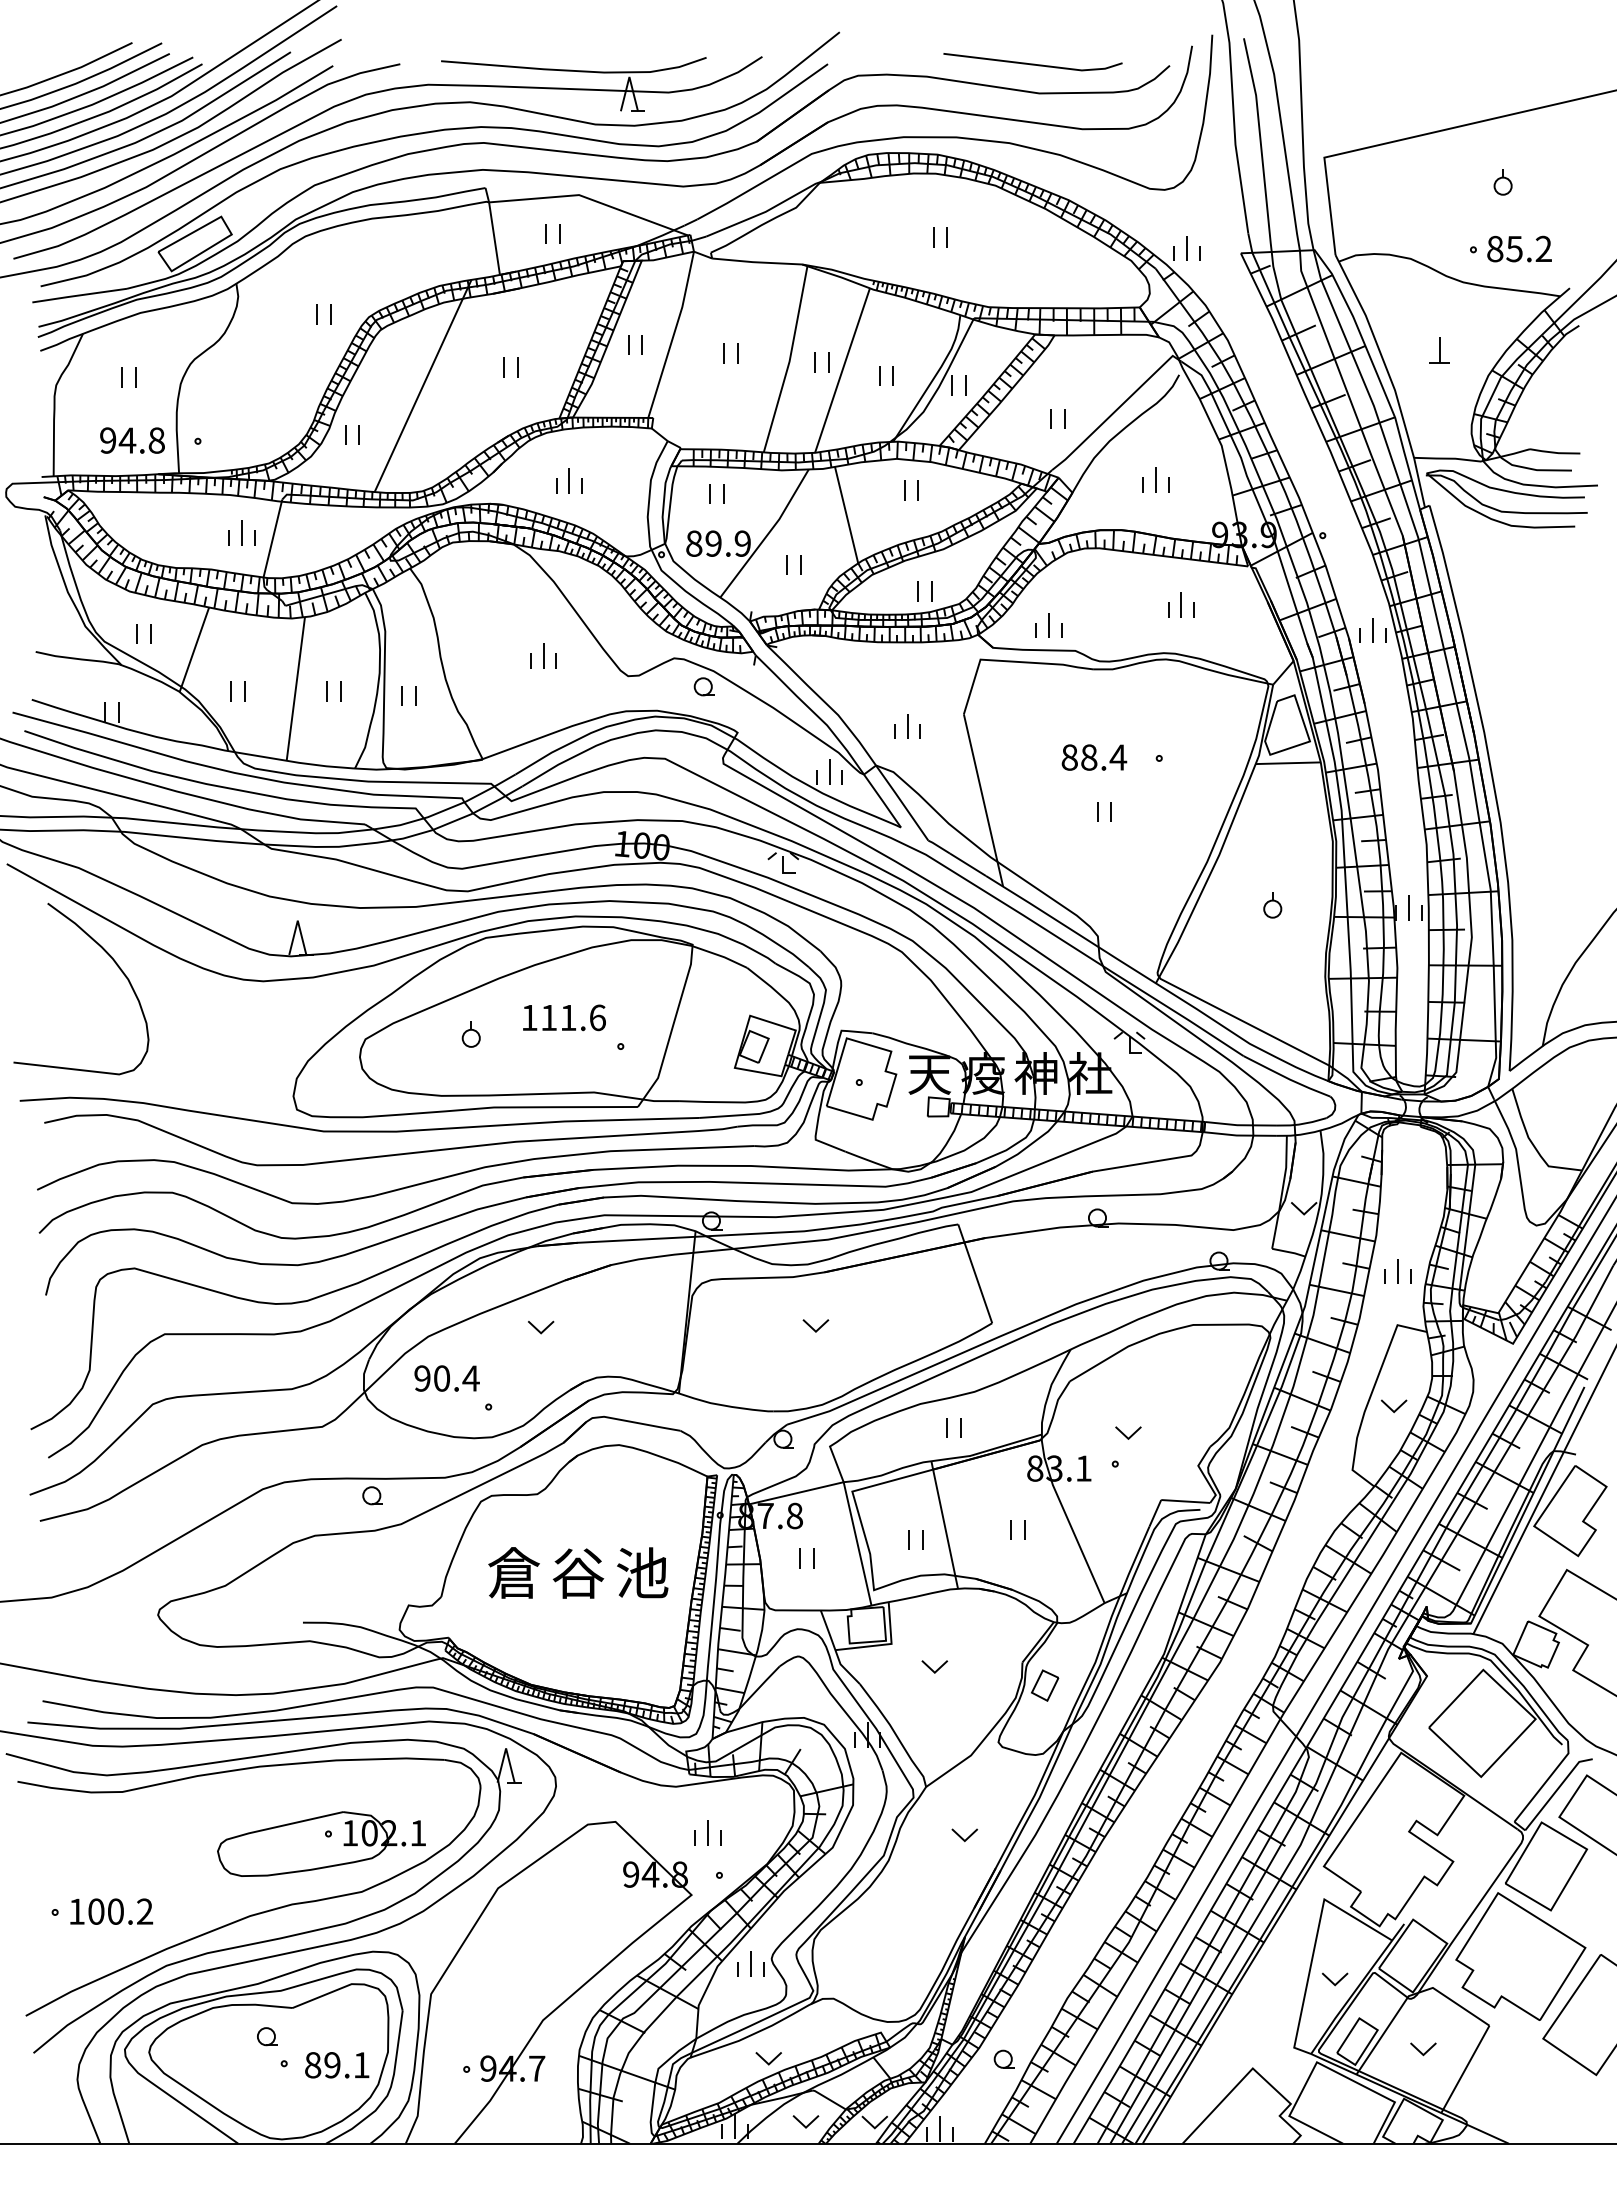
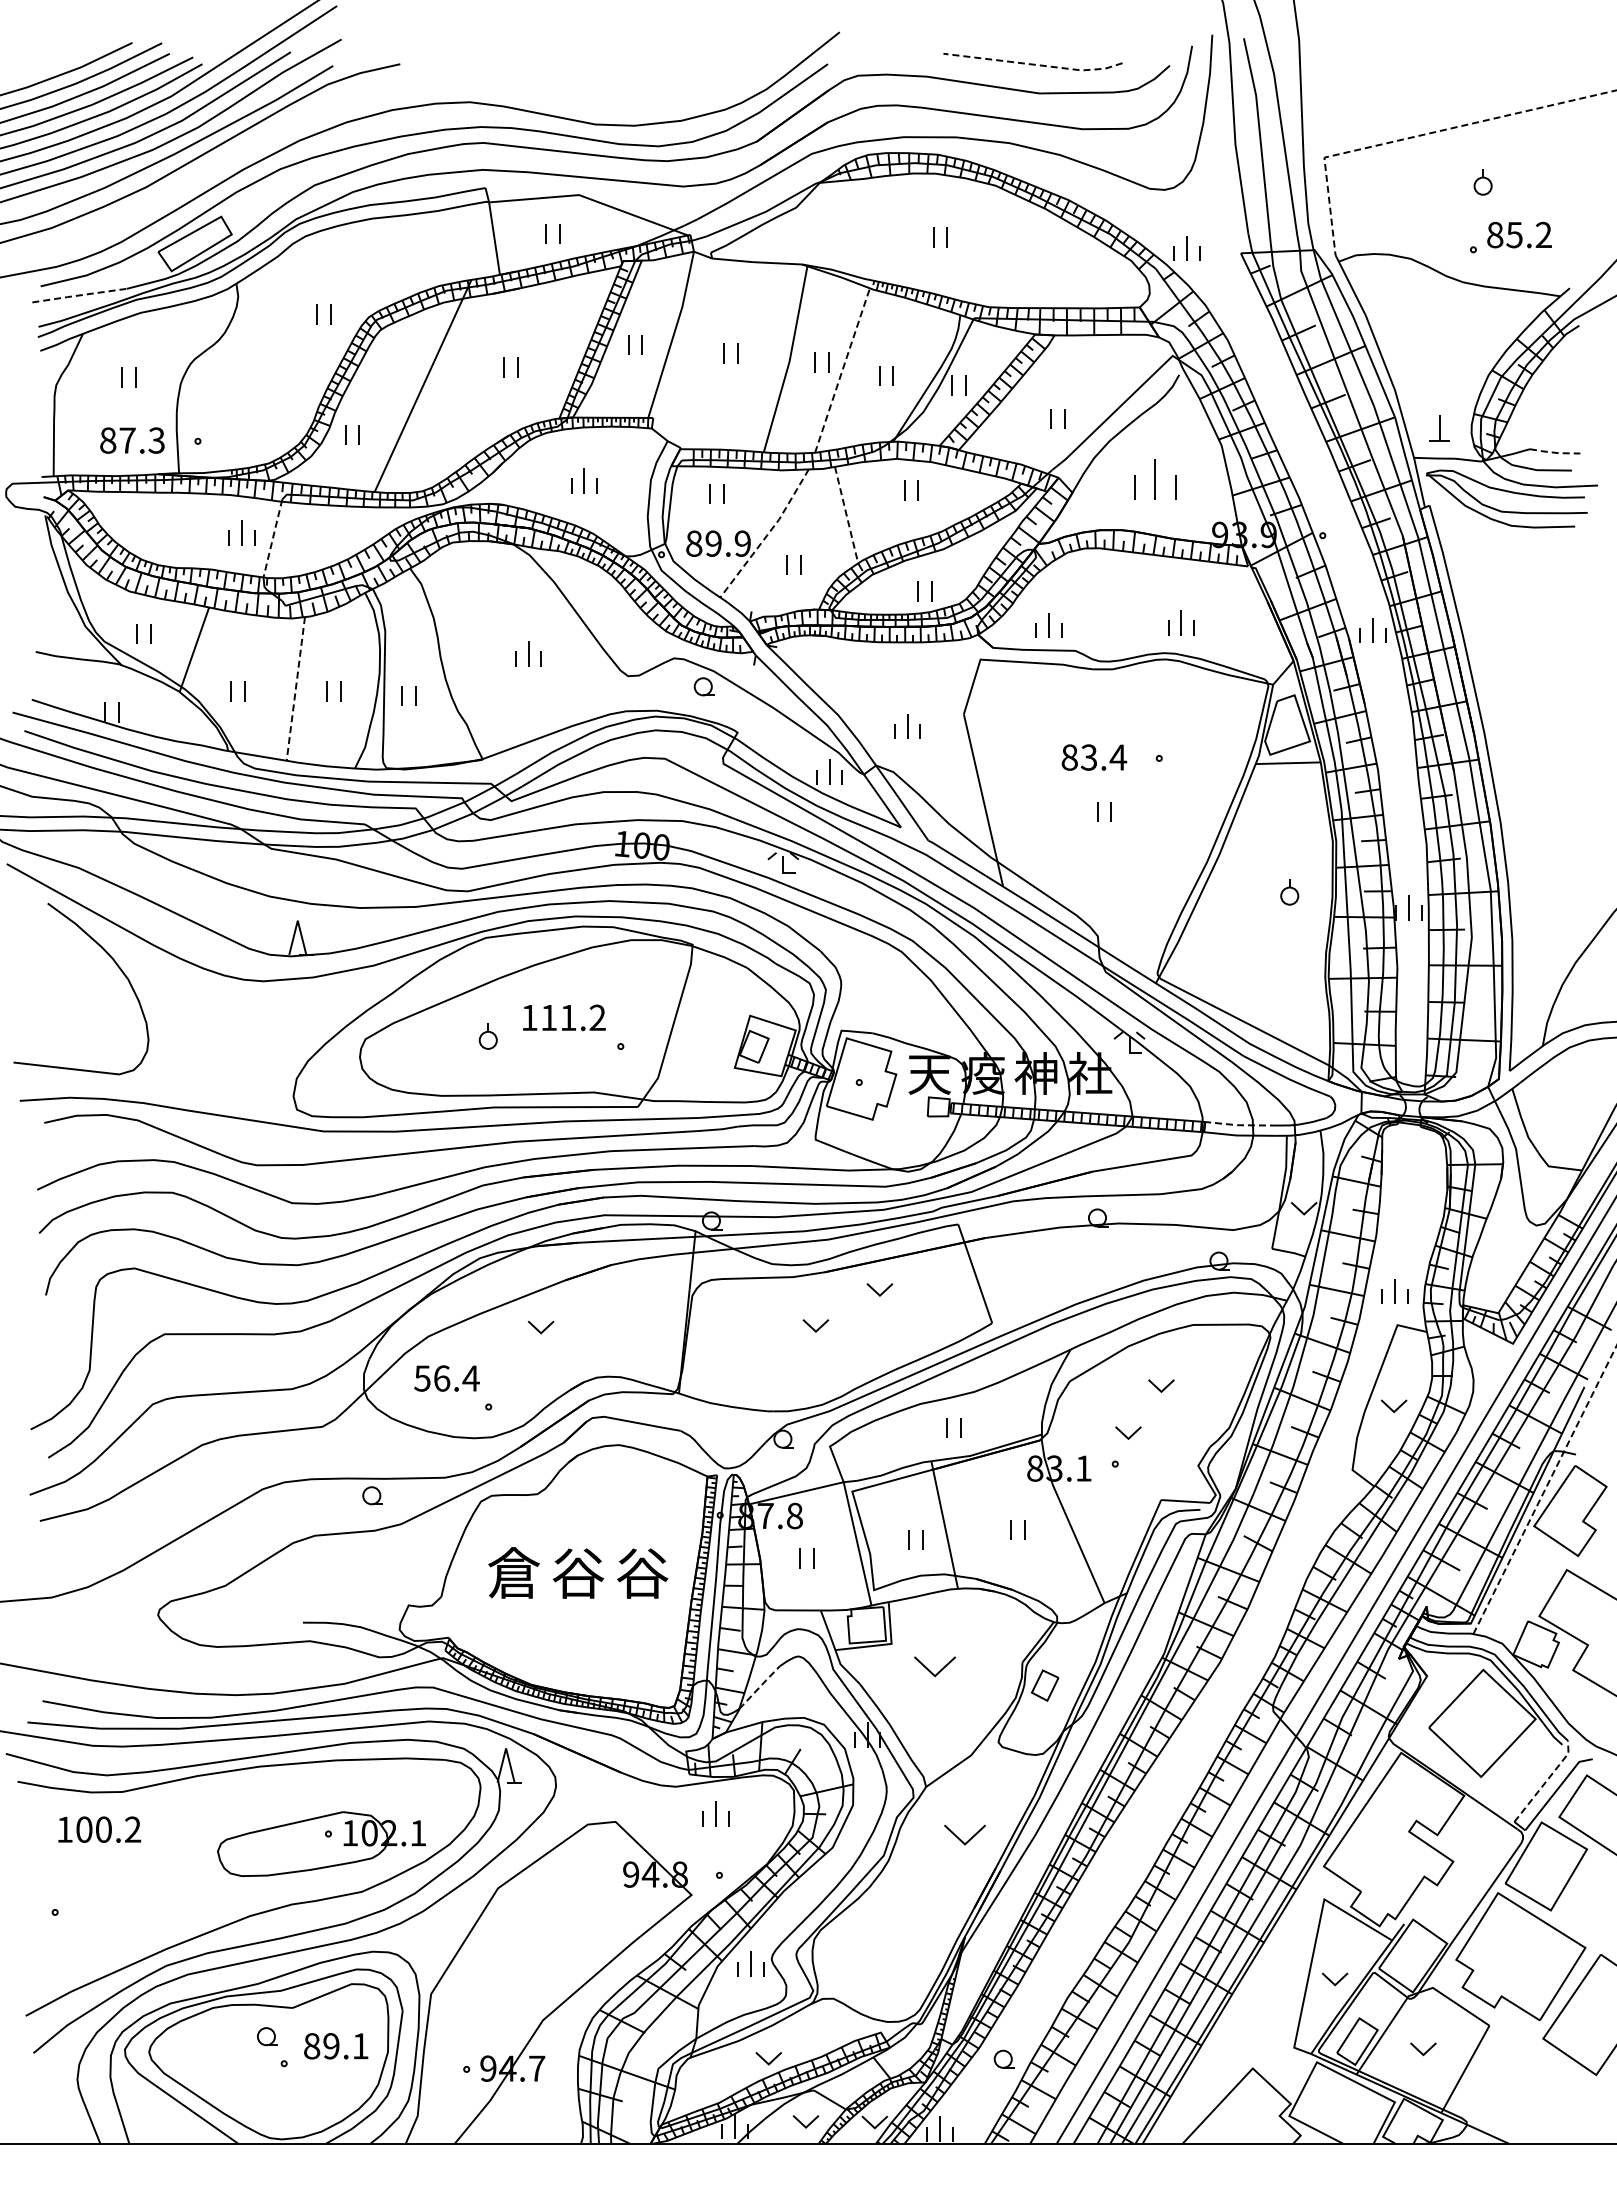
line at (1034, 64): solid -> dashed
part at (372, 94): present -> none
line at (1421, 135): solid -> dashed
part at (1502, 182) position: (1502, 182) -> (1482, 182)
text at (1519, 248) position: (1519, 248) -> (1519, 234)
line at (79, 295): solid -> dashed
part at (1439, 350) position: (1439, 350) -> (1439, 428)
line at (842, 369): solid -> dashed
text at (132, 440): 94.8 -> 87.3
line at (1554, 452): solid -> dashed
part at (1155, 479) size: 28x26 px -> 43x41 px
part at (569, 480) position: (569, 480) -> (584, 480)
line at (846, 515): solid -> dashed
line at (767, 535): solid -> dashed
line at (273, 537): solid -> dashed
part at (1181, 604) position: (1181, 604) -> (1181, 622)
part at (543, 655) position: (543, 655) -> (528, 653)
line at (295, 689): solid -> dashed
text at (1088, 757): 88.4 -> 83.4
part at (1272, 905) position: (1272, 905) -> (1289, 892)
text at (597, 1017): 111.6 -> 111.2
part at (470, 1034) position: (470, 1034) -> (487, 1036)
line at (1240, 1125): solid -> dashed
part at (1397, 1271) position: (1397, 1271) -> (1394, 1291)
part at (879, 1289): none -> present
text at (432, 1378): 90.4 -> 56.4
part at (1161, 1385): none -> present
line at (1545, 1489): solid -> dashed
text at (642, 1572): 池 -> 谷
part at (934, 1666) size: 27x14 px -> 42x22 px
line at (759, 1687): solid -> dashed
line at (1545, 1782): solid -> dashed
part at (707, 1832) position: (707, 1832) -> (715, 1813)
part at (964, 1835) size: 27x15 px -> 42x22 px
text at (111, 1911) position: (111, 1911) -> (99, 1829)
text at (337, 2065) position: (337, 2065) -> (336, 2046)
